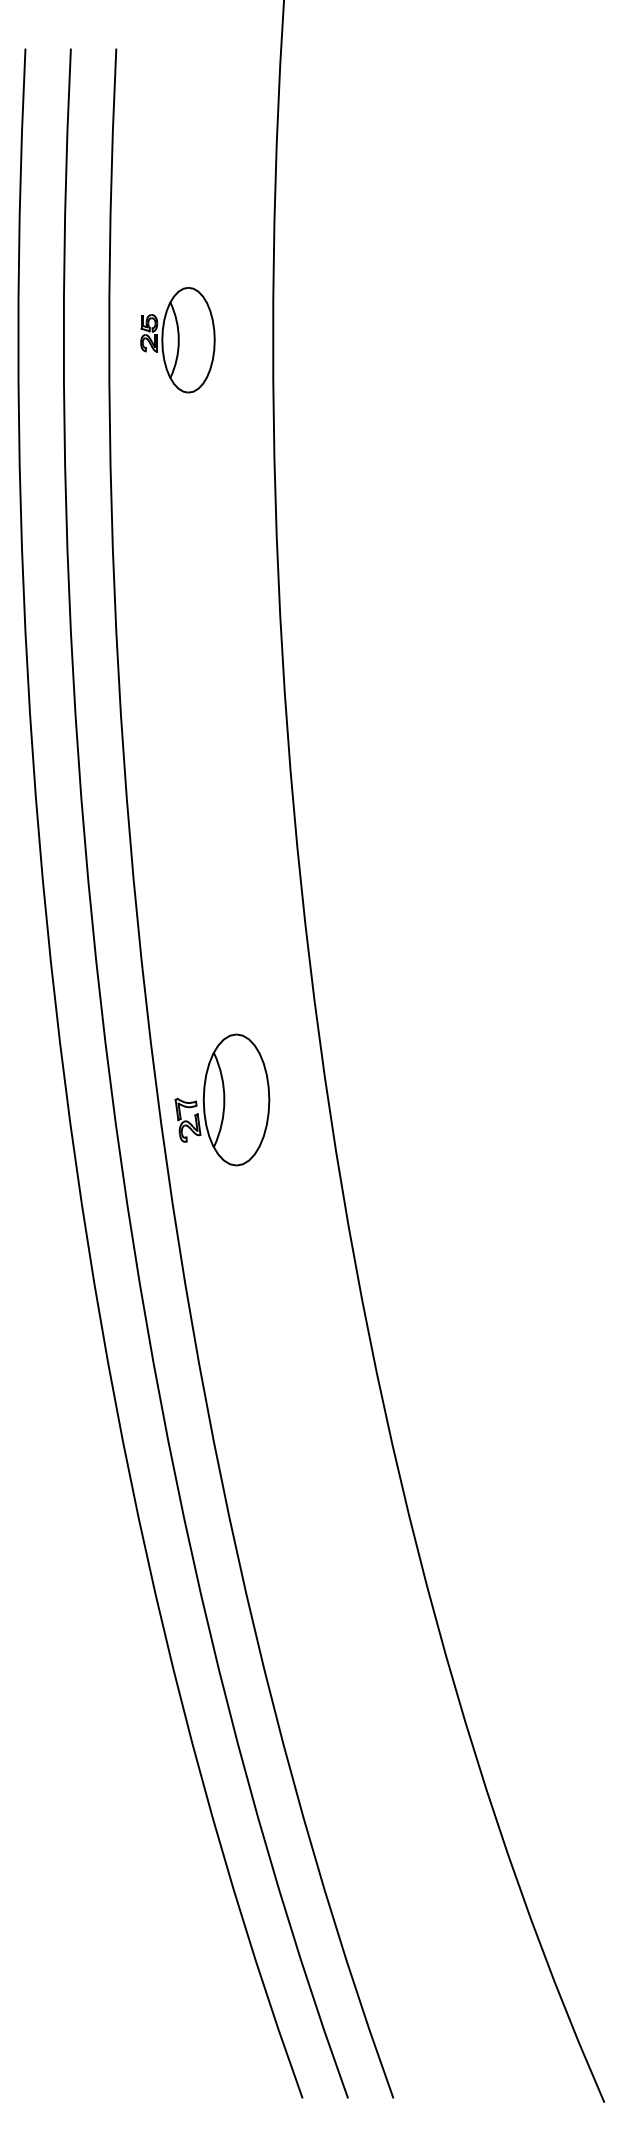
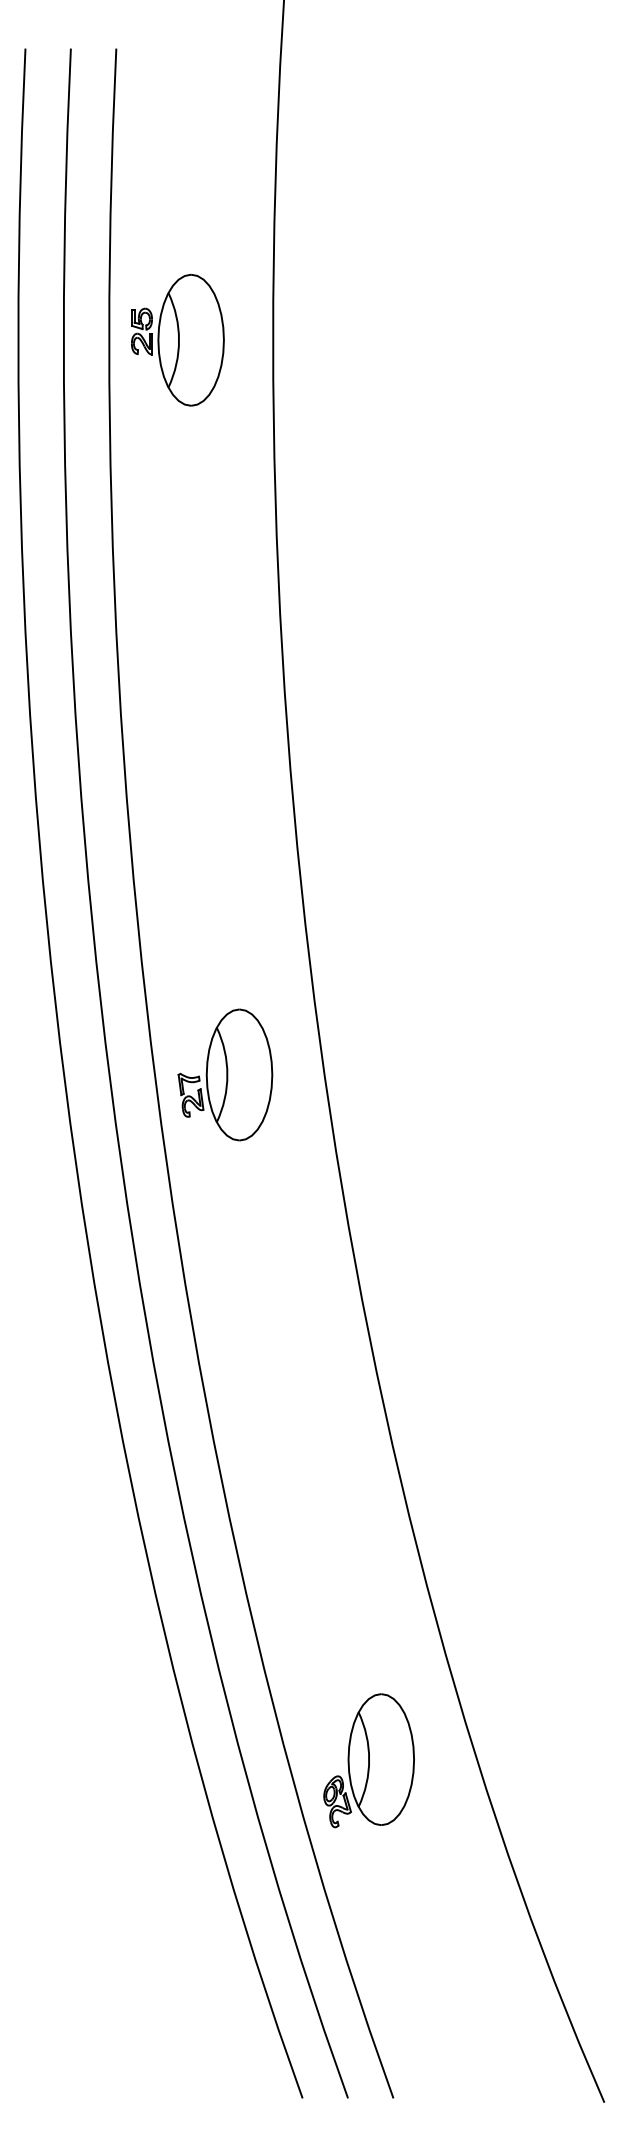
part at (177, 340) size: 76x107 px -> 94x134 px
part at (222, 1099) position: (222, 1099) -> (225, 1074)
part at (368, 1760): none -> present
